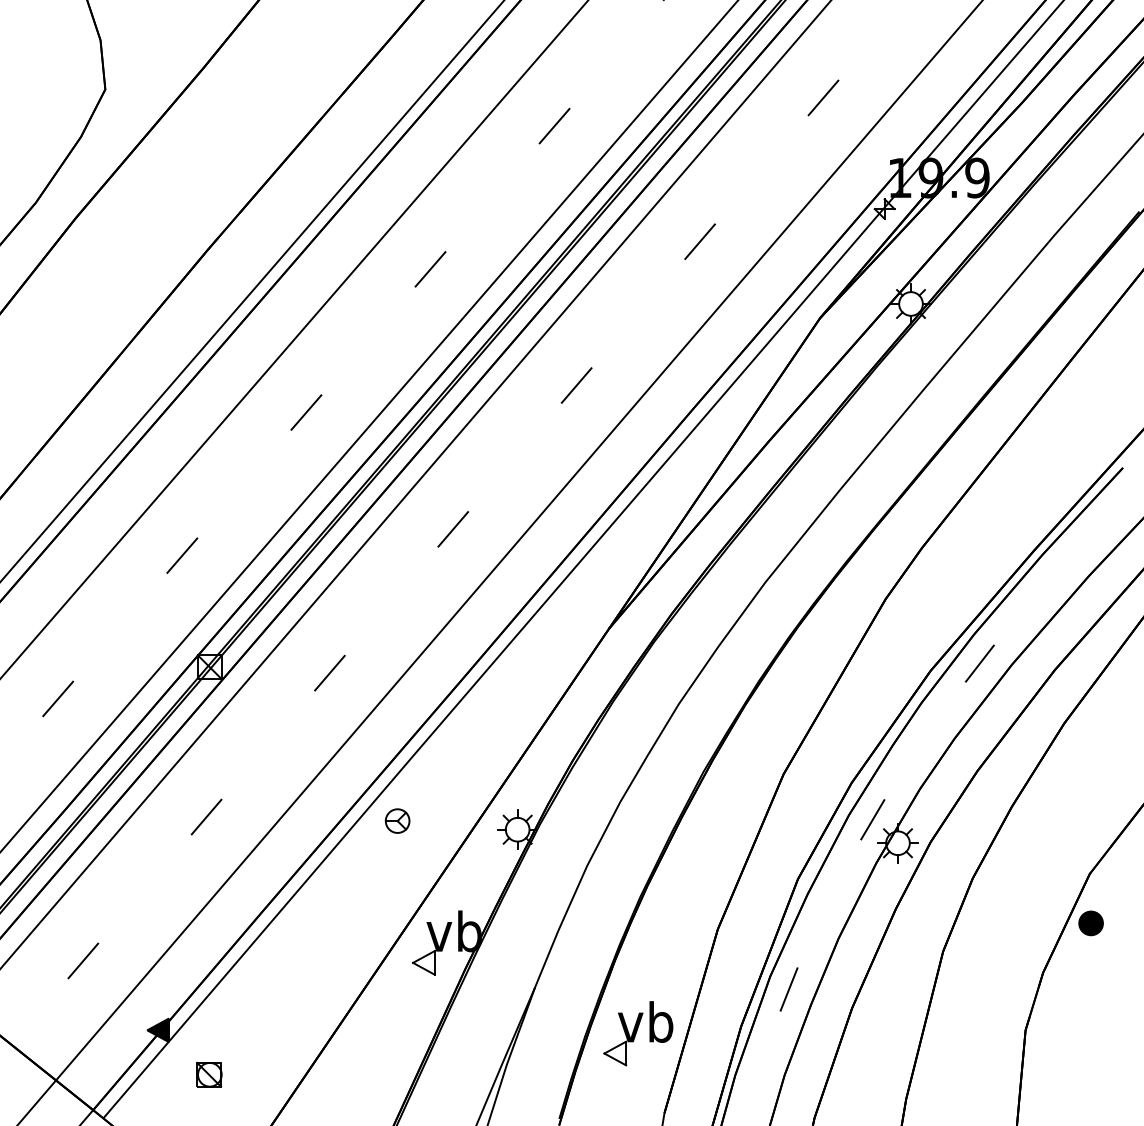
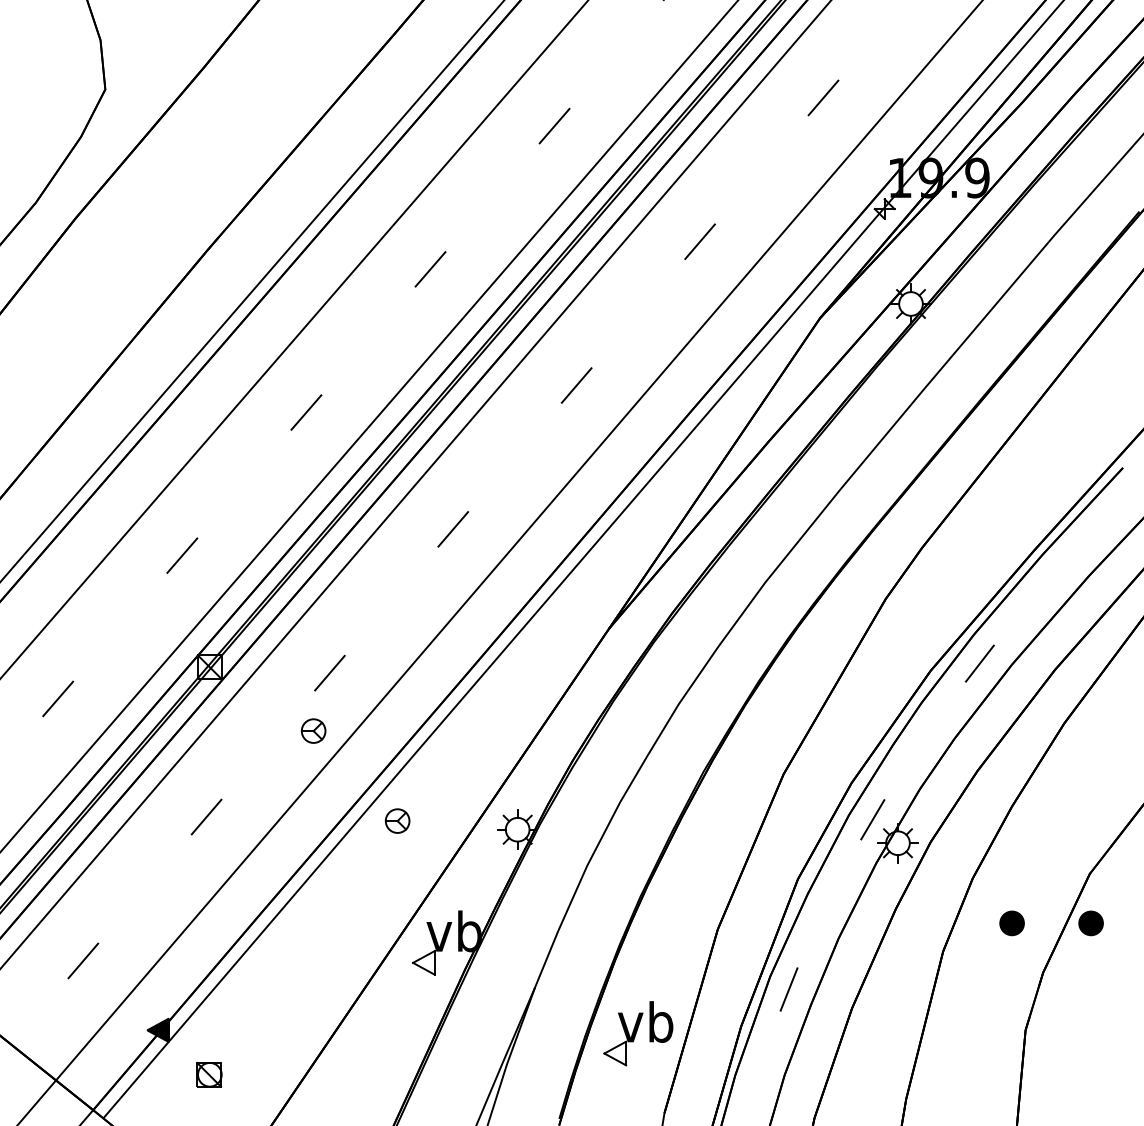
part at (313, 730): none -> present
part at (1011, 923): none -> present
